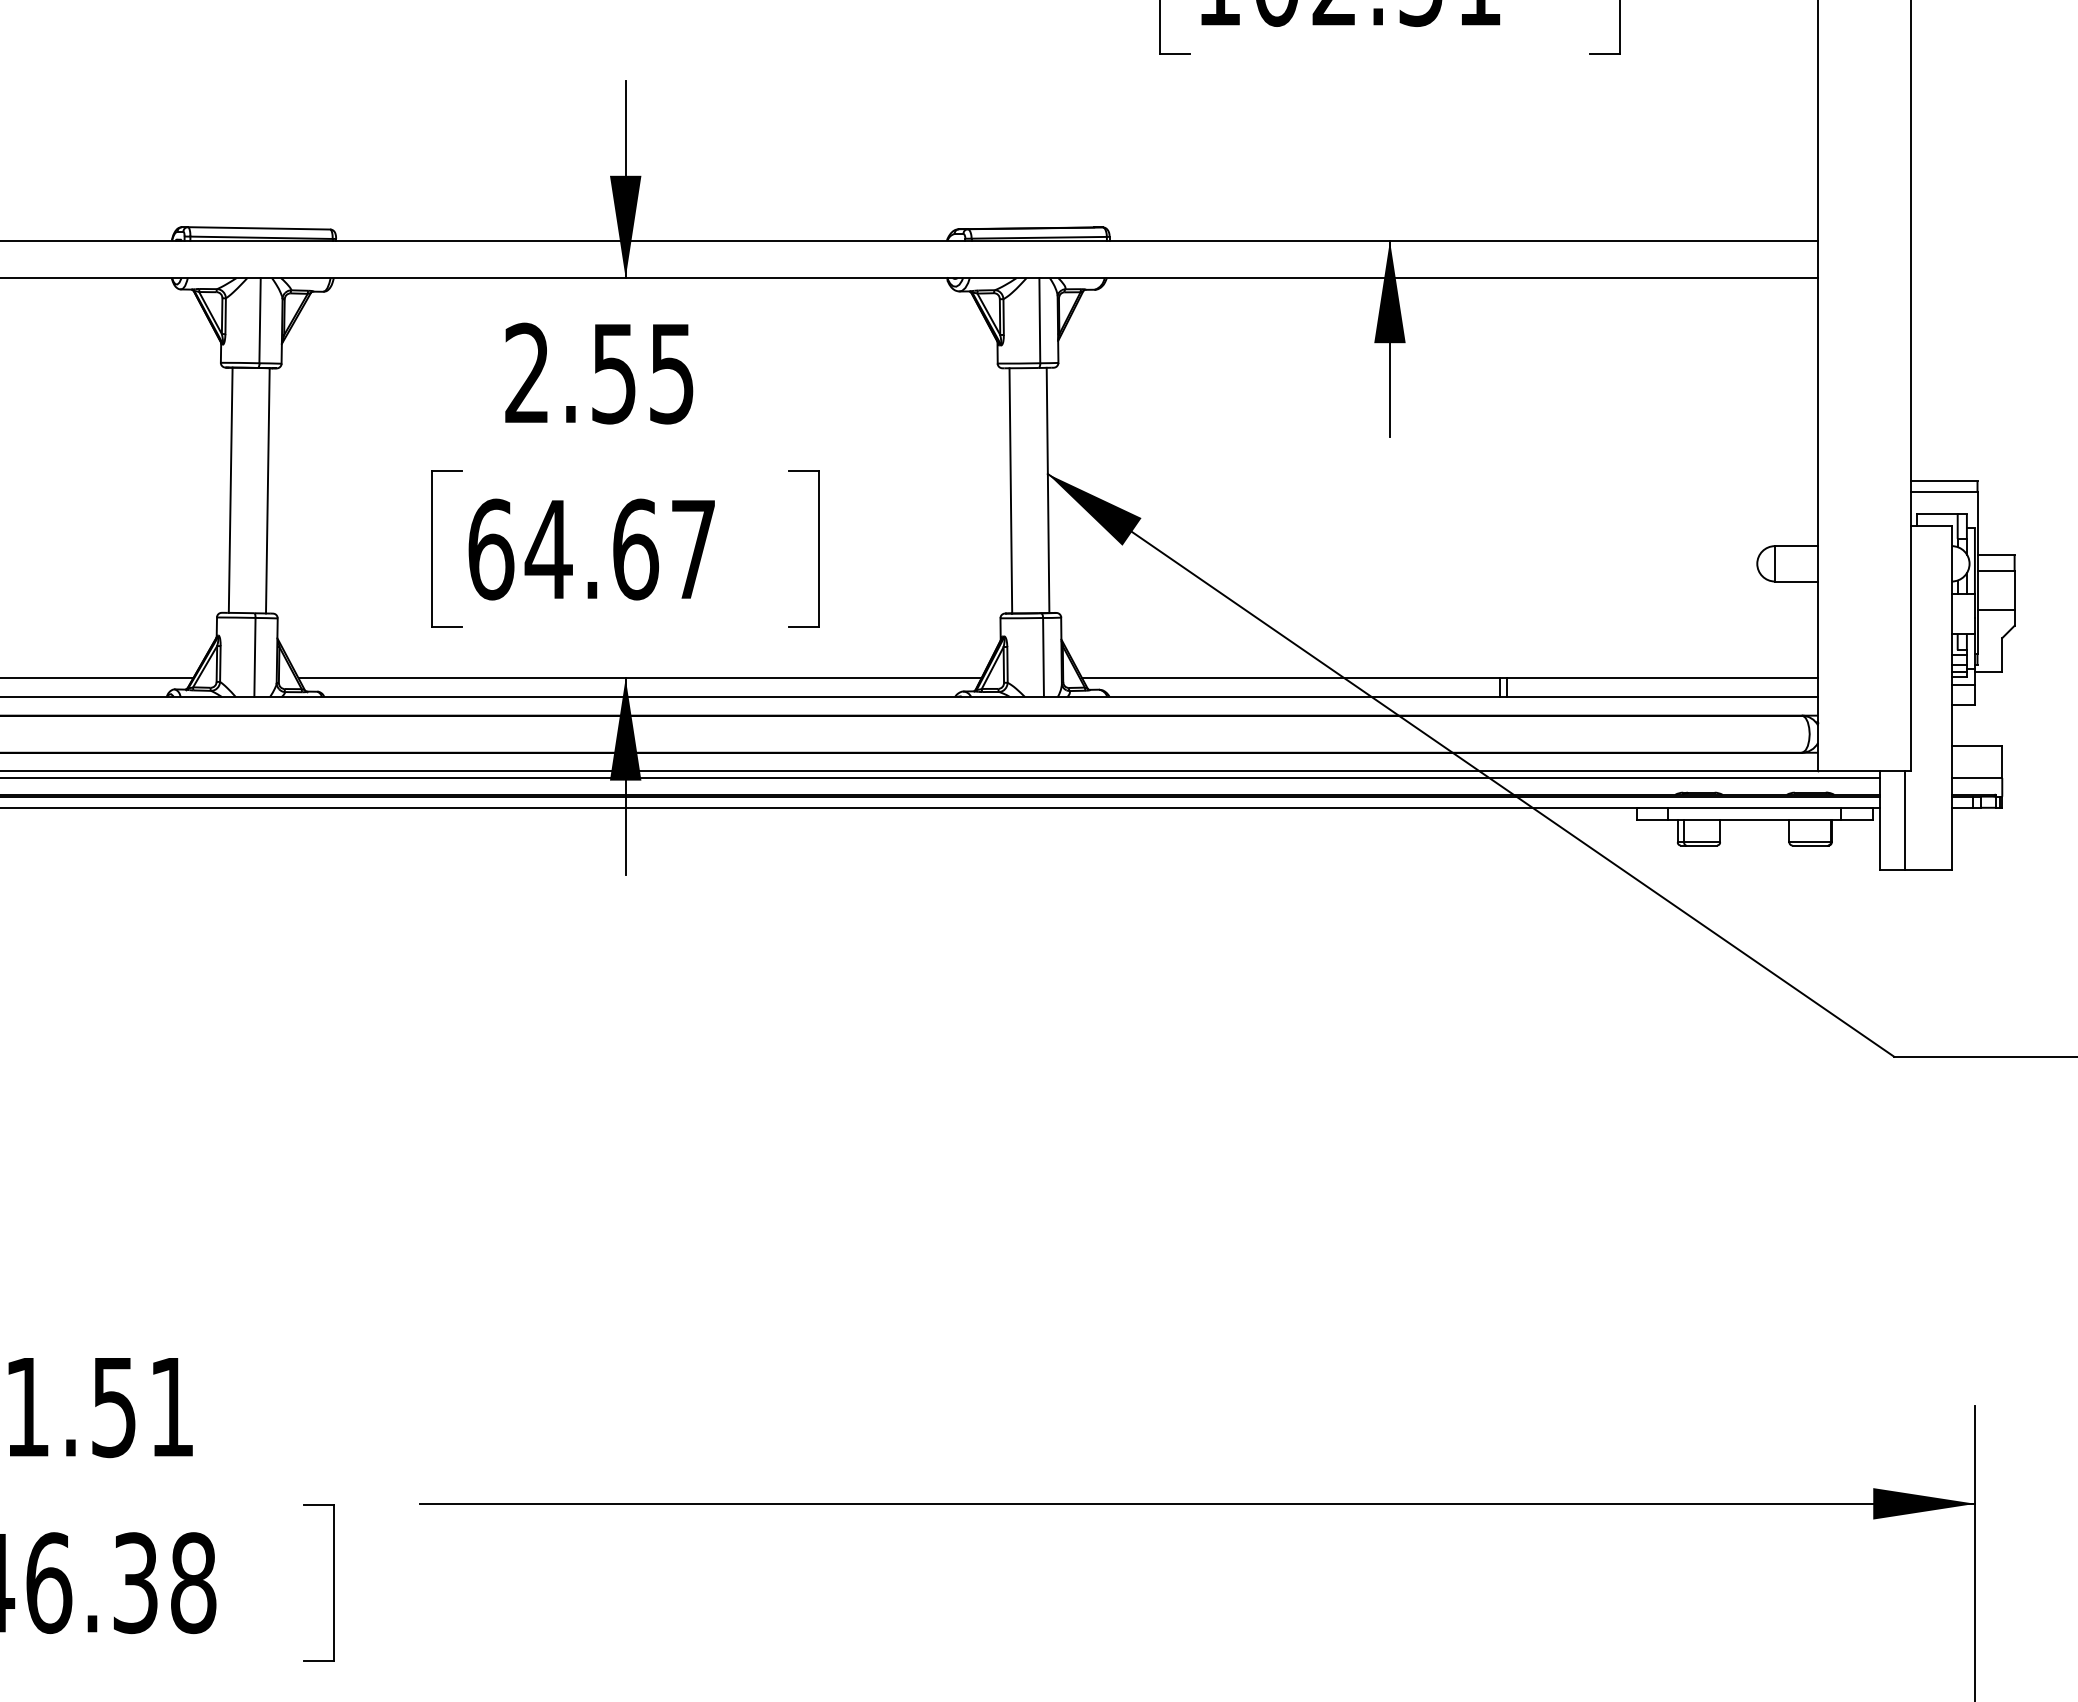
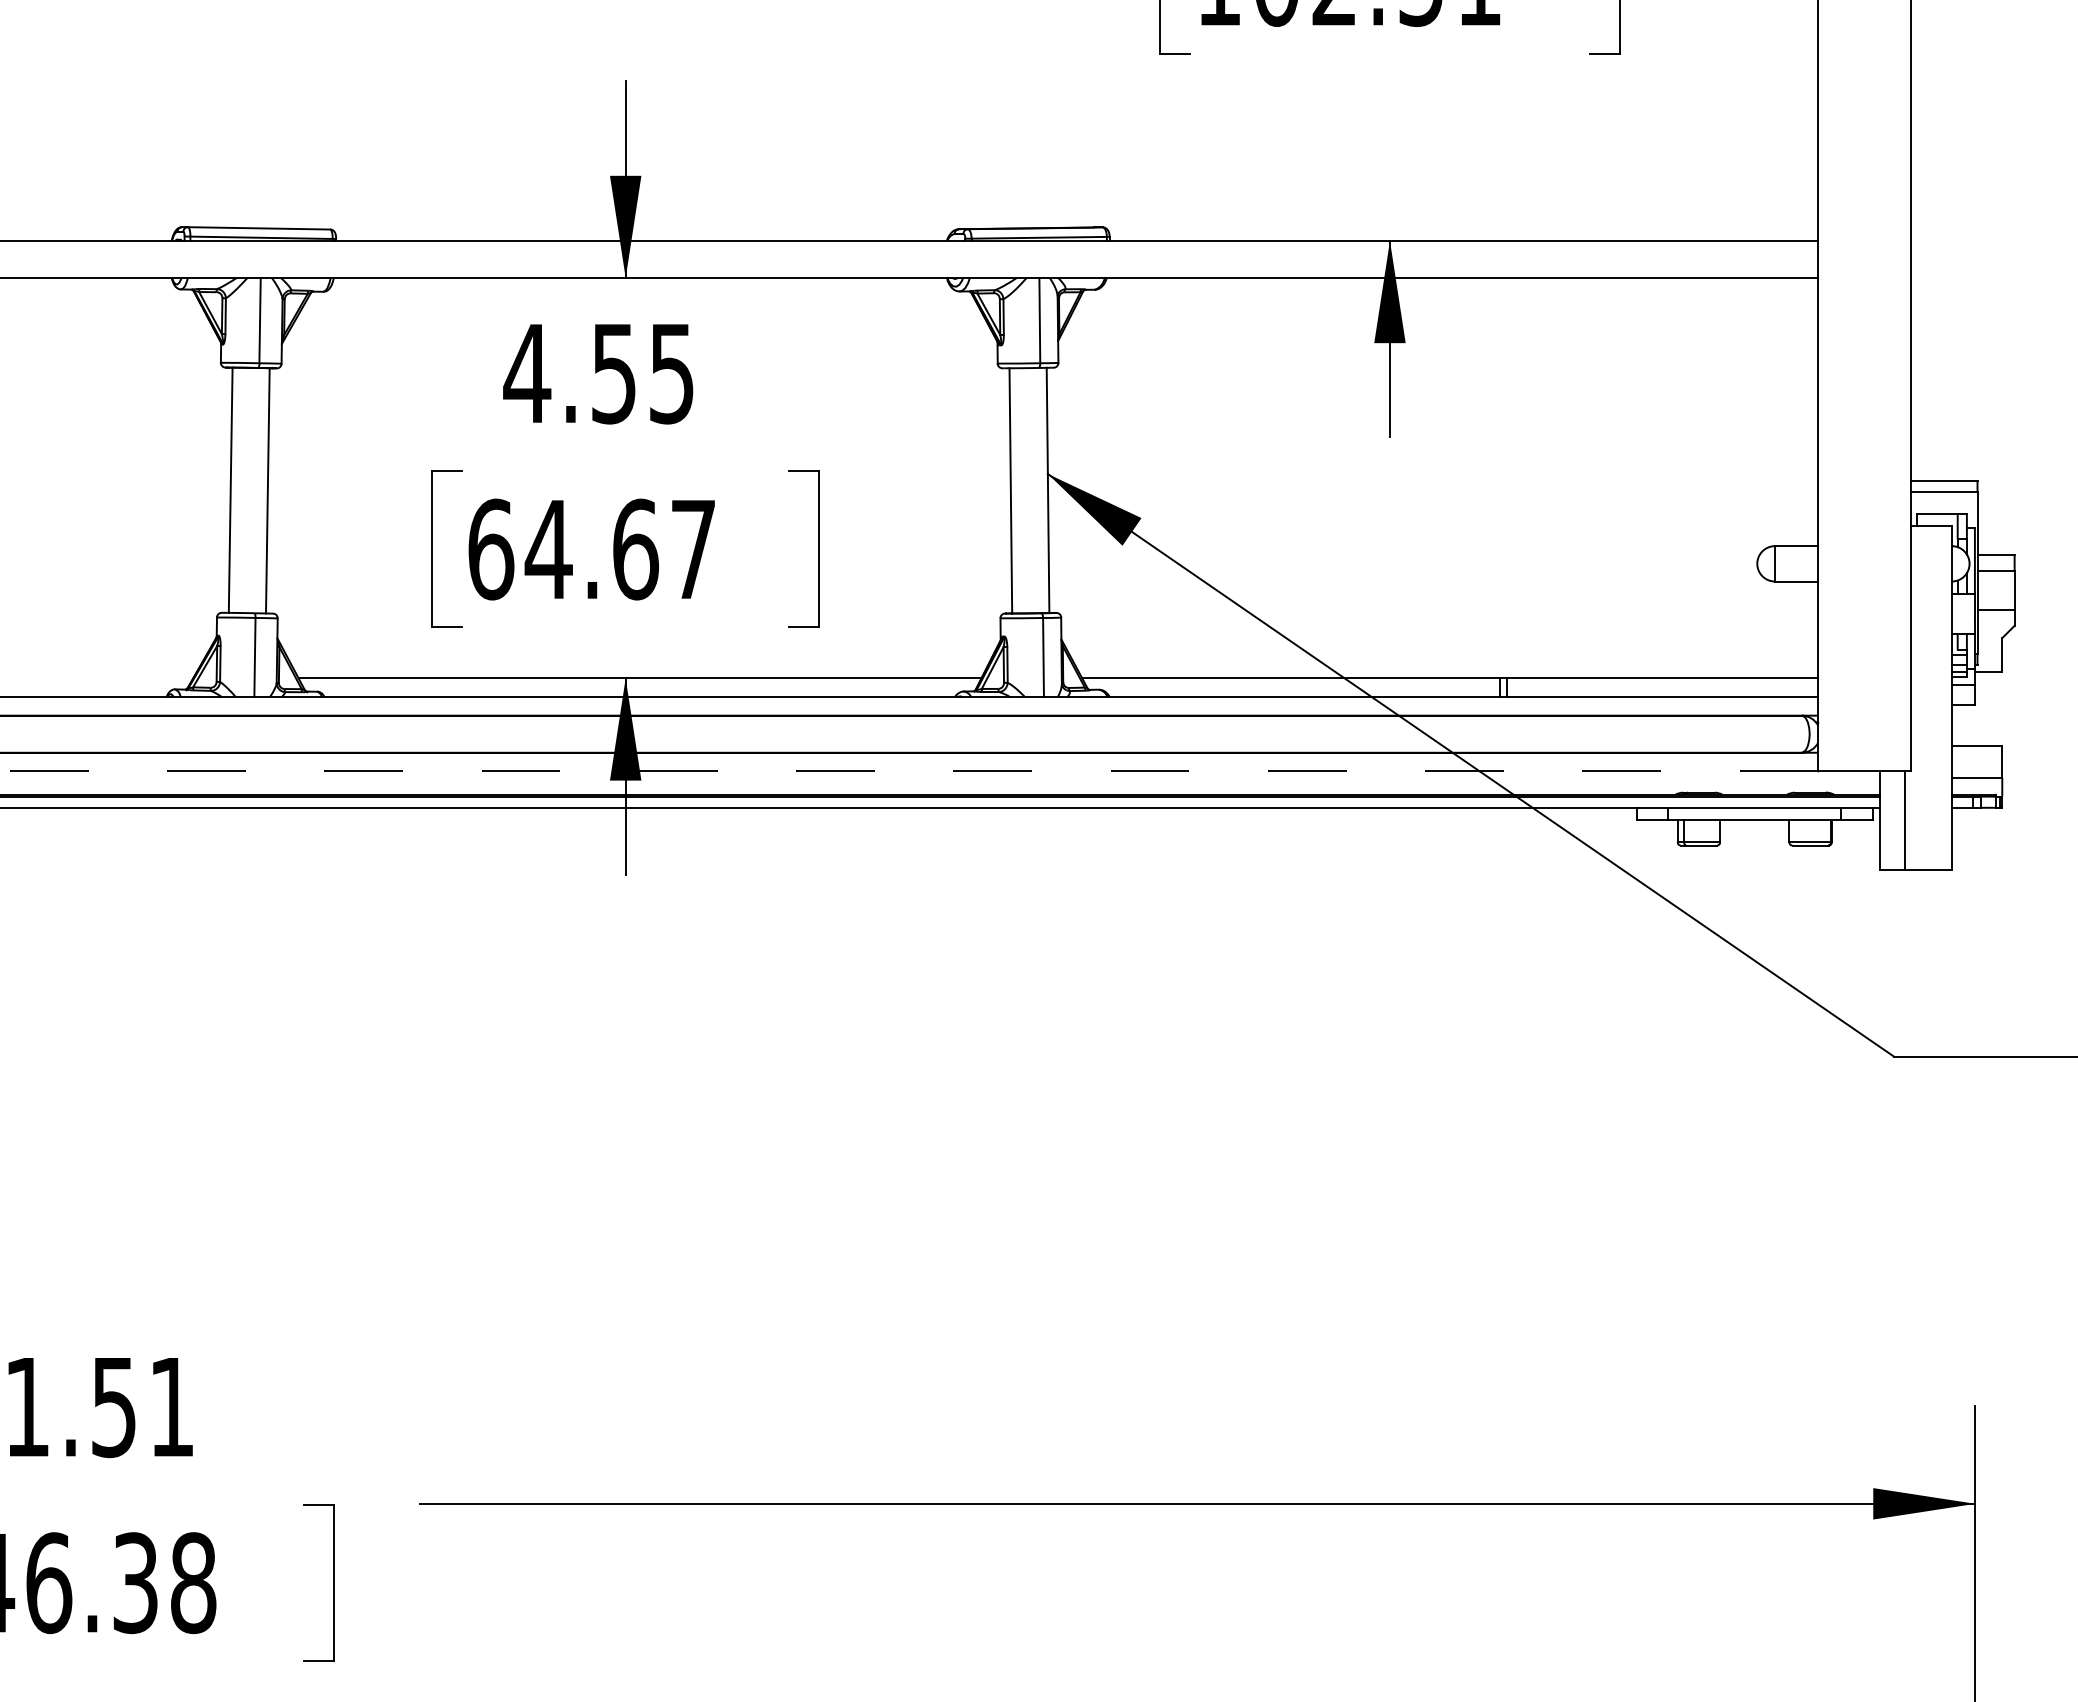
text at (527, 372): 2.55 -> 4.55
line at (97, 678): present -> none
line at (909, 771): solid -> dashed
line at (940, 778): present -> none
